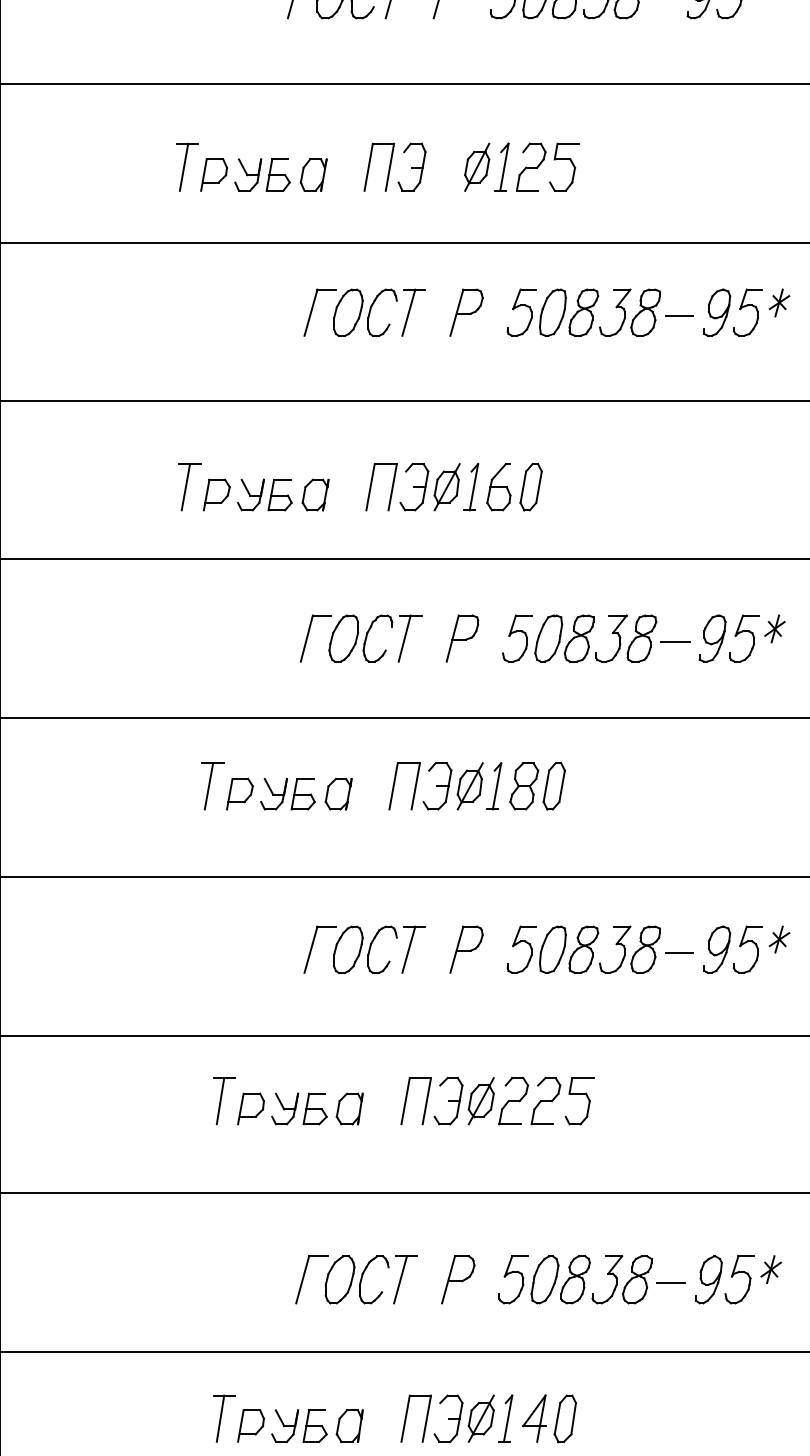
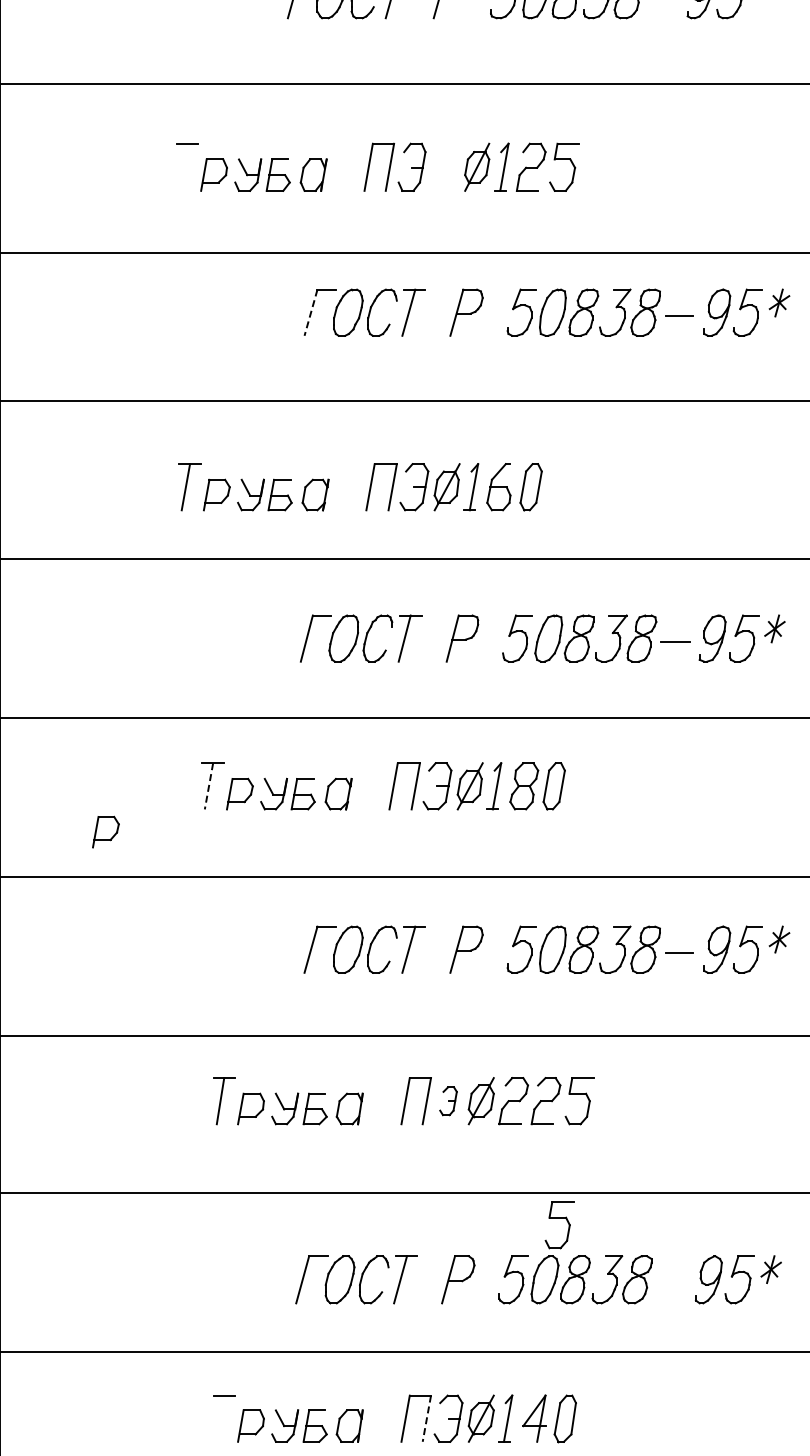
line at (183, 166): present -> none
line at (404, 242) position: (404, 242) -> (404, 252)
line at (311, 312): solid -> dashed
line at (208, 786): solid -> dashed
part at (105, 831): none -> present
part at (448, 1101) size: 31x49 px -> 19x31 px
part at (559, 1218): none -> present
line at (670, 1283): present -> none
line at (220, 1418): present -> none
line at (426, 1419): solid -> dashed
